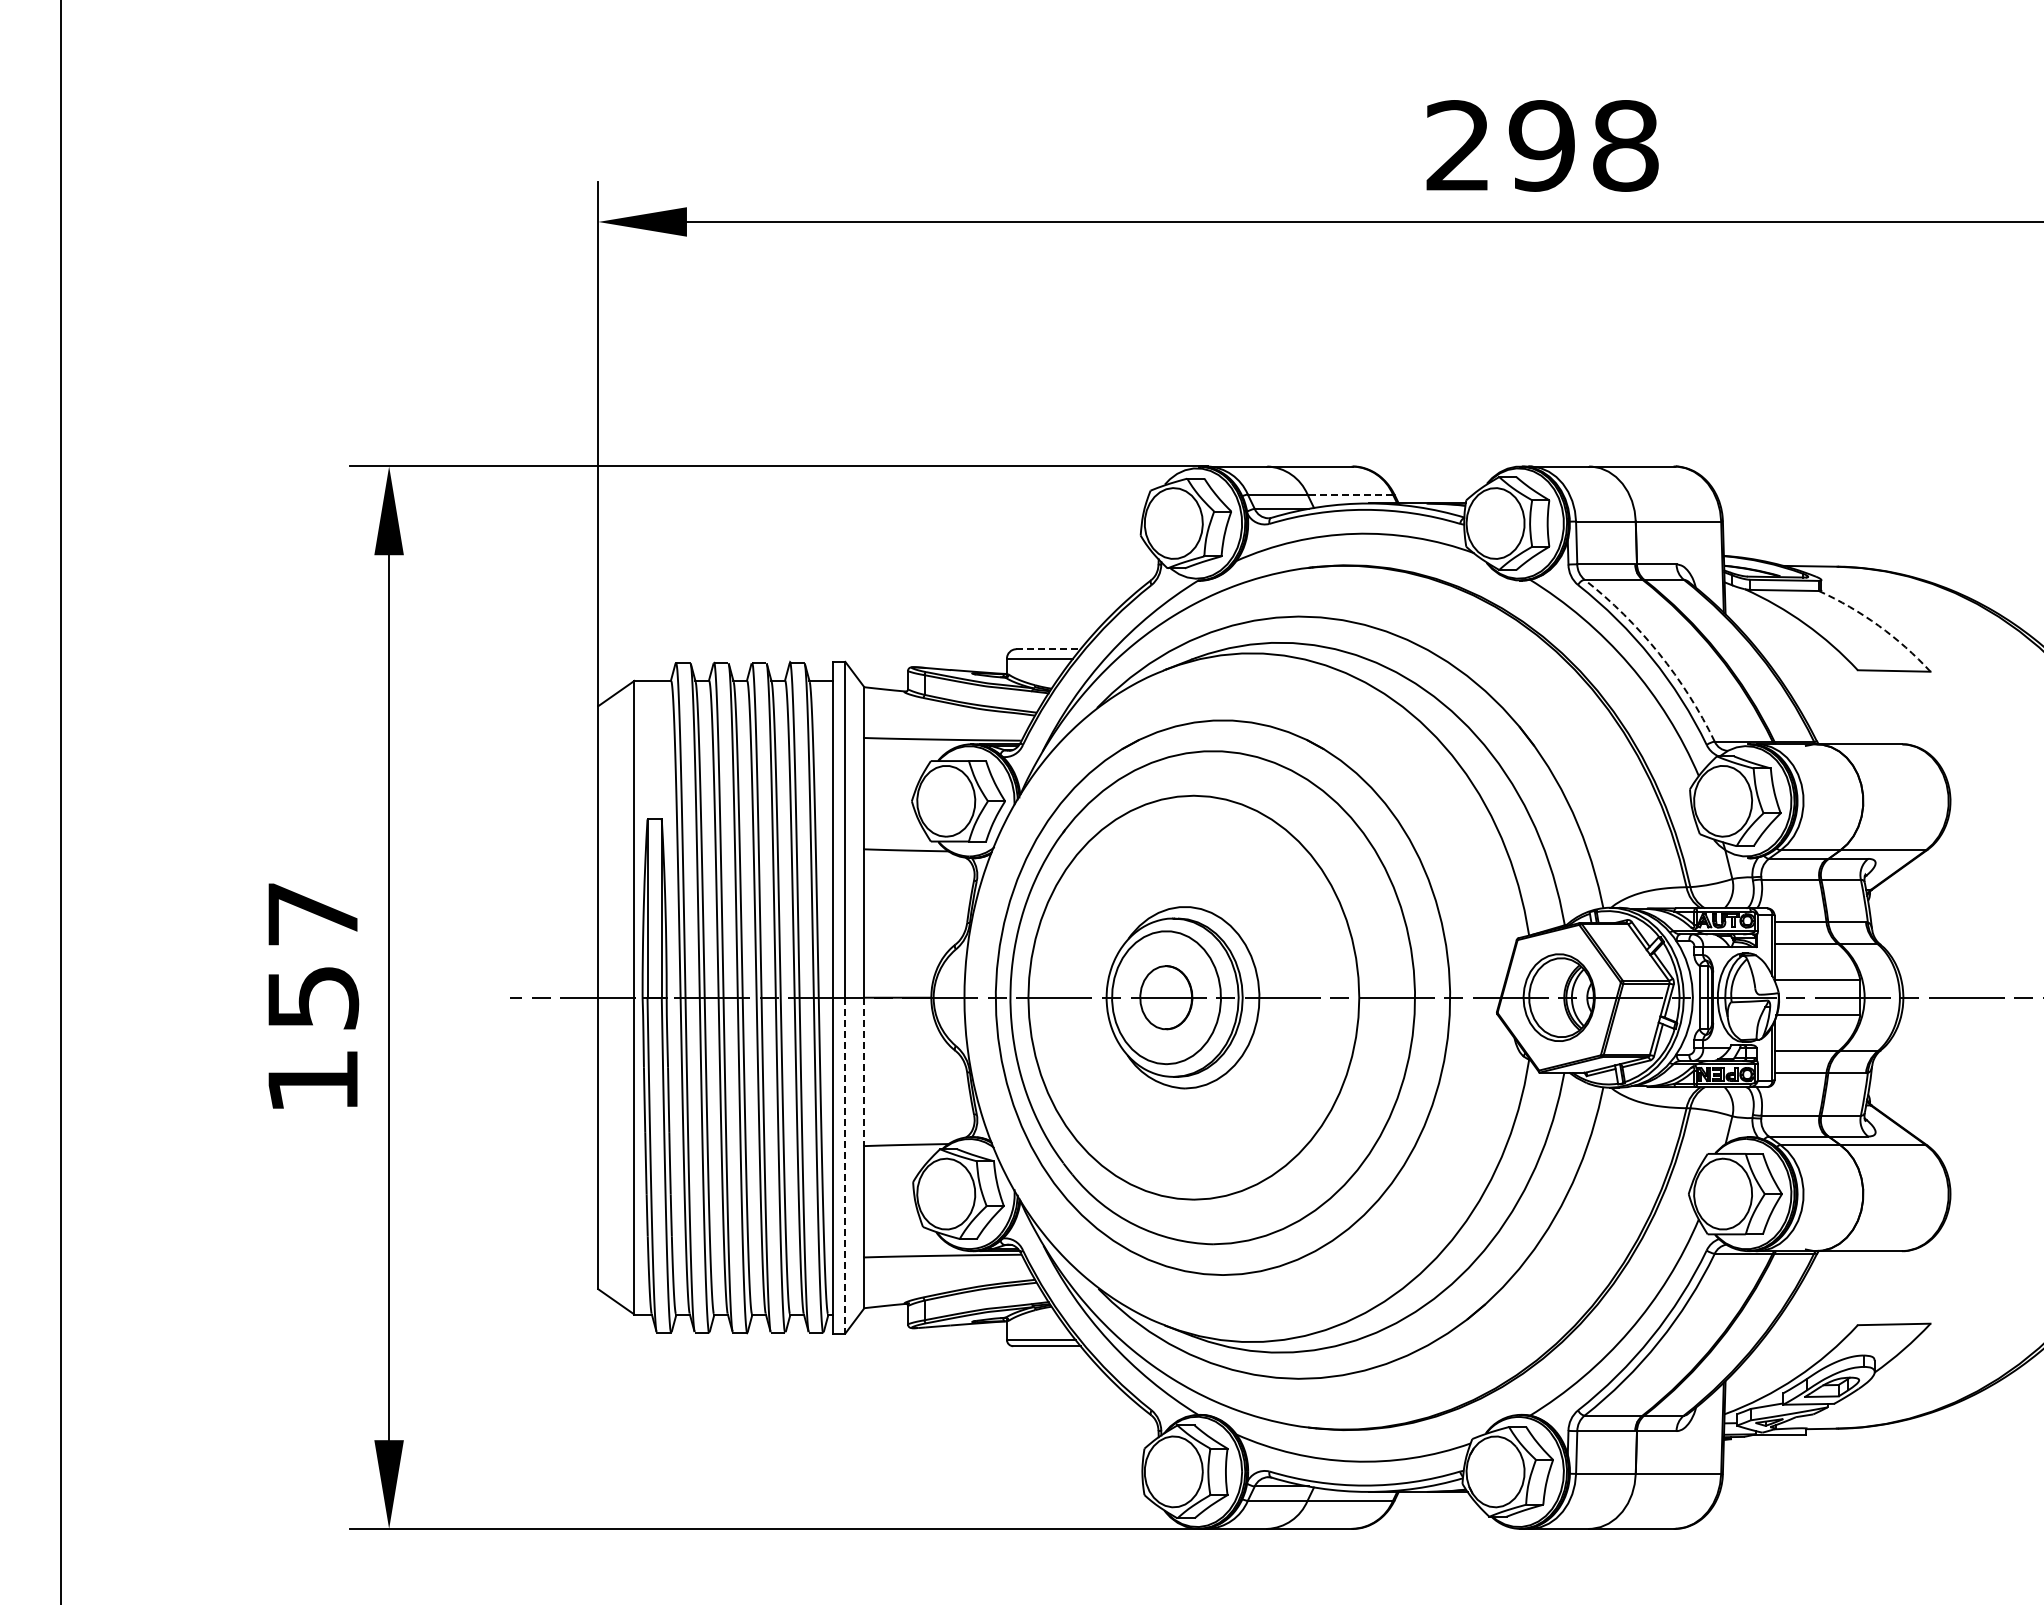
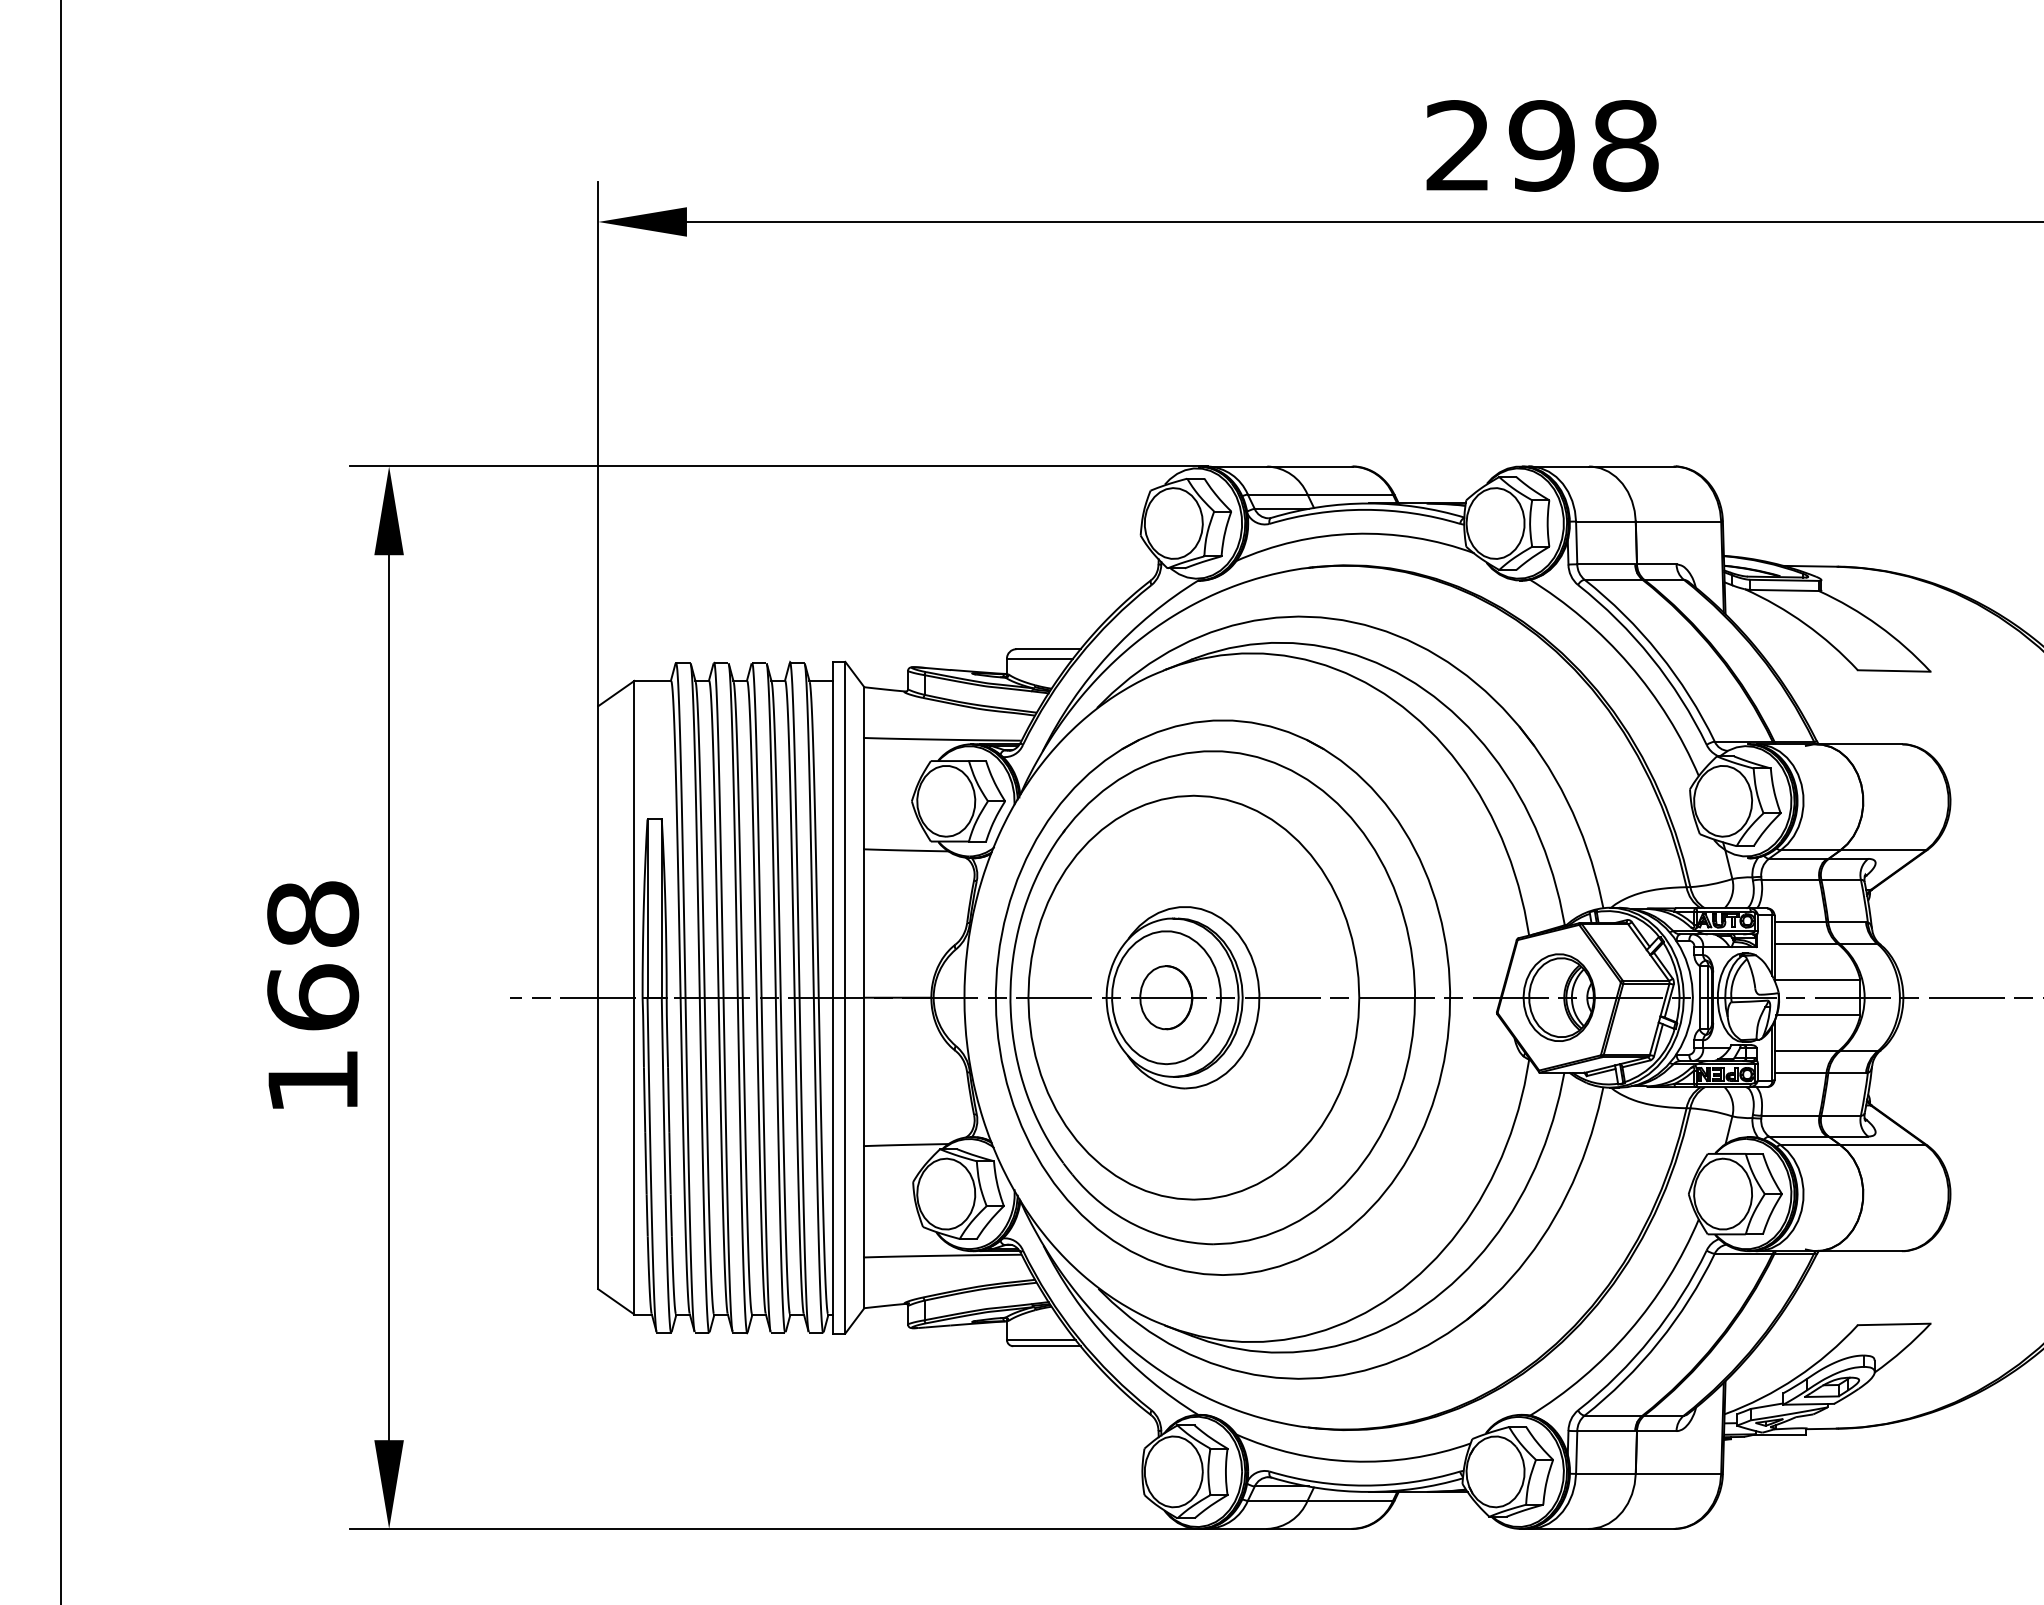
line at (1350, 494): dashed -> solid
arc at (1878, 625): dashed -> solid
line at (1049, 649): dashed -> solid
arc at (1658, 653): dashed -> solid
text at (313, 955): 157 -> 168
line at (864, 1072): dashed -> solid
line at (845, 1165): dashed -> solid
